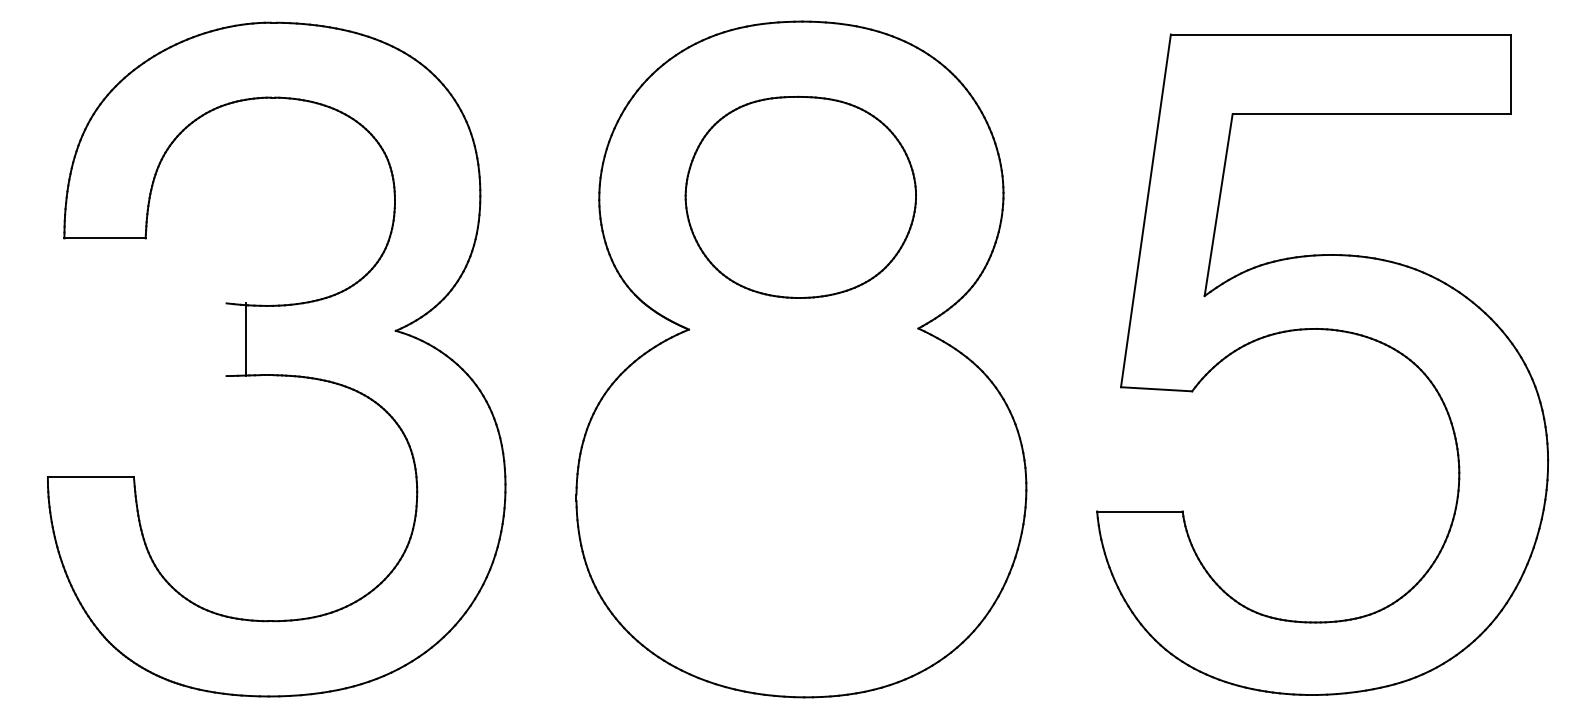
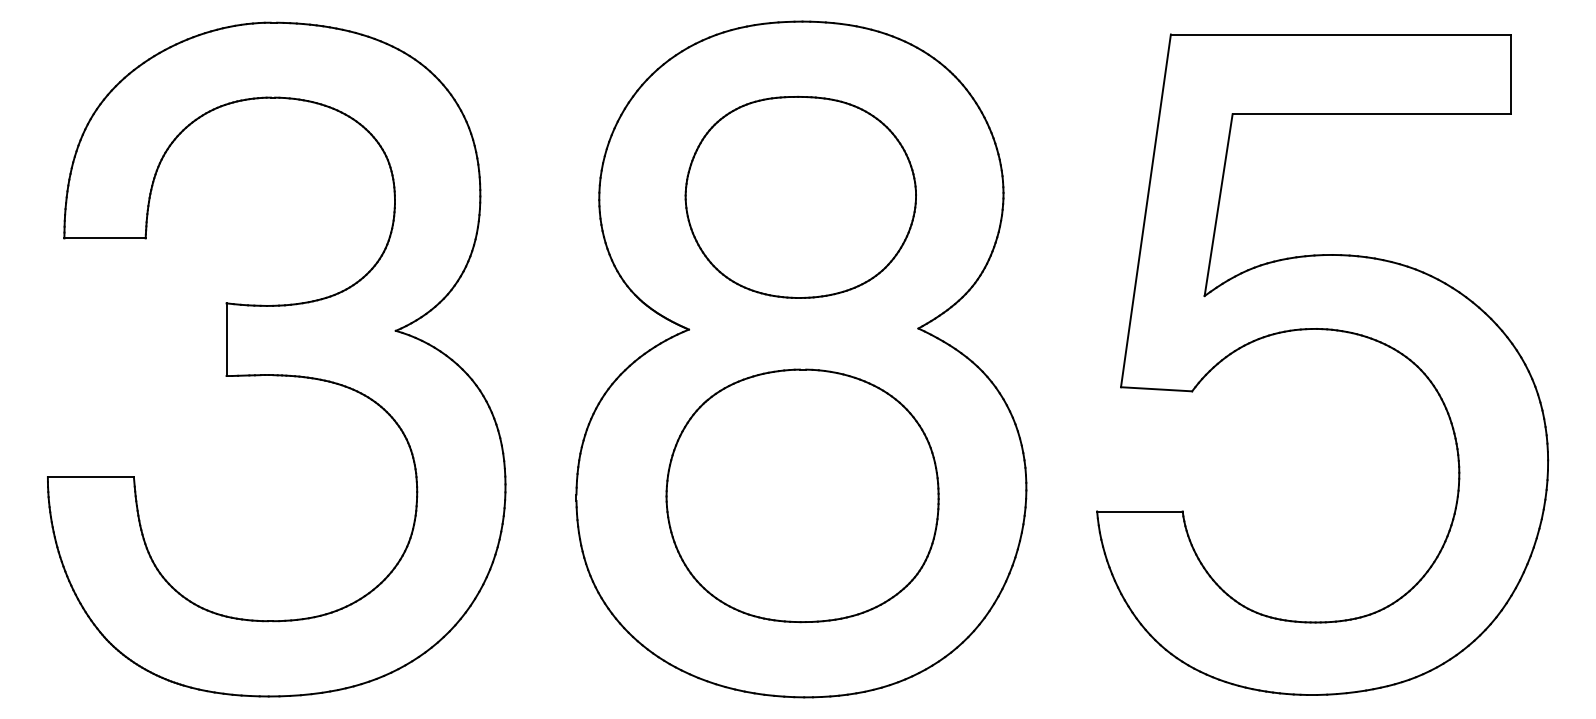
line at (245, 339) position: (245, 339) -> (226, 339)
part at (802, 495): none -> present
